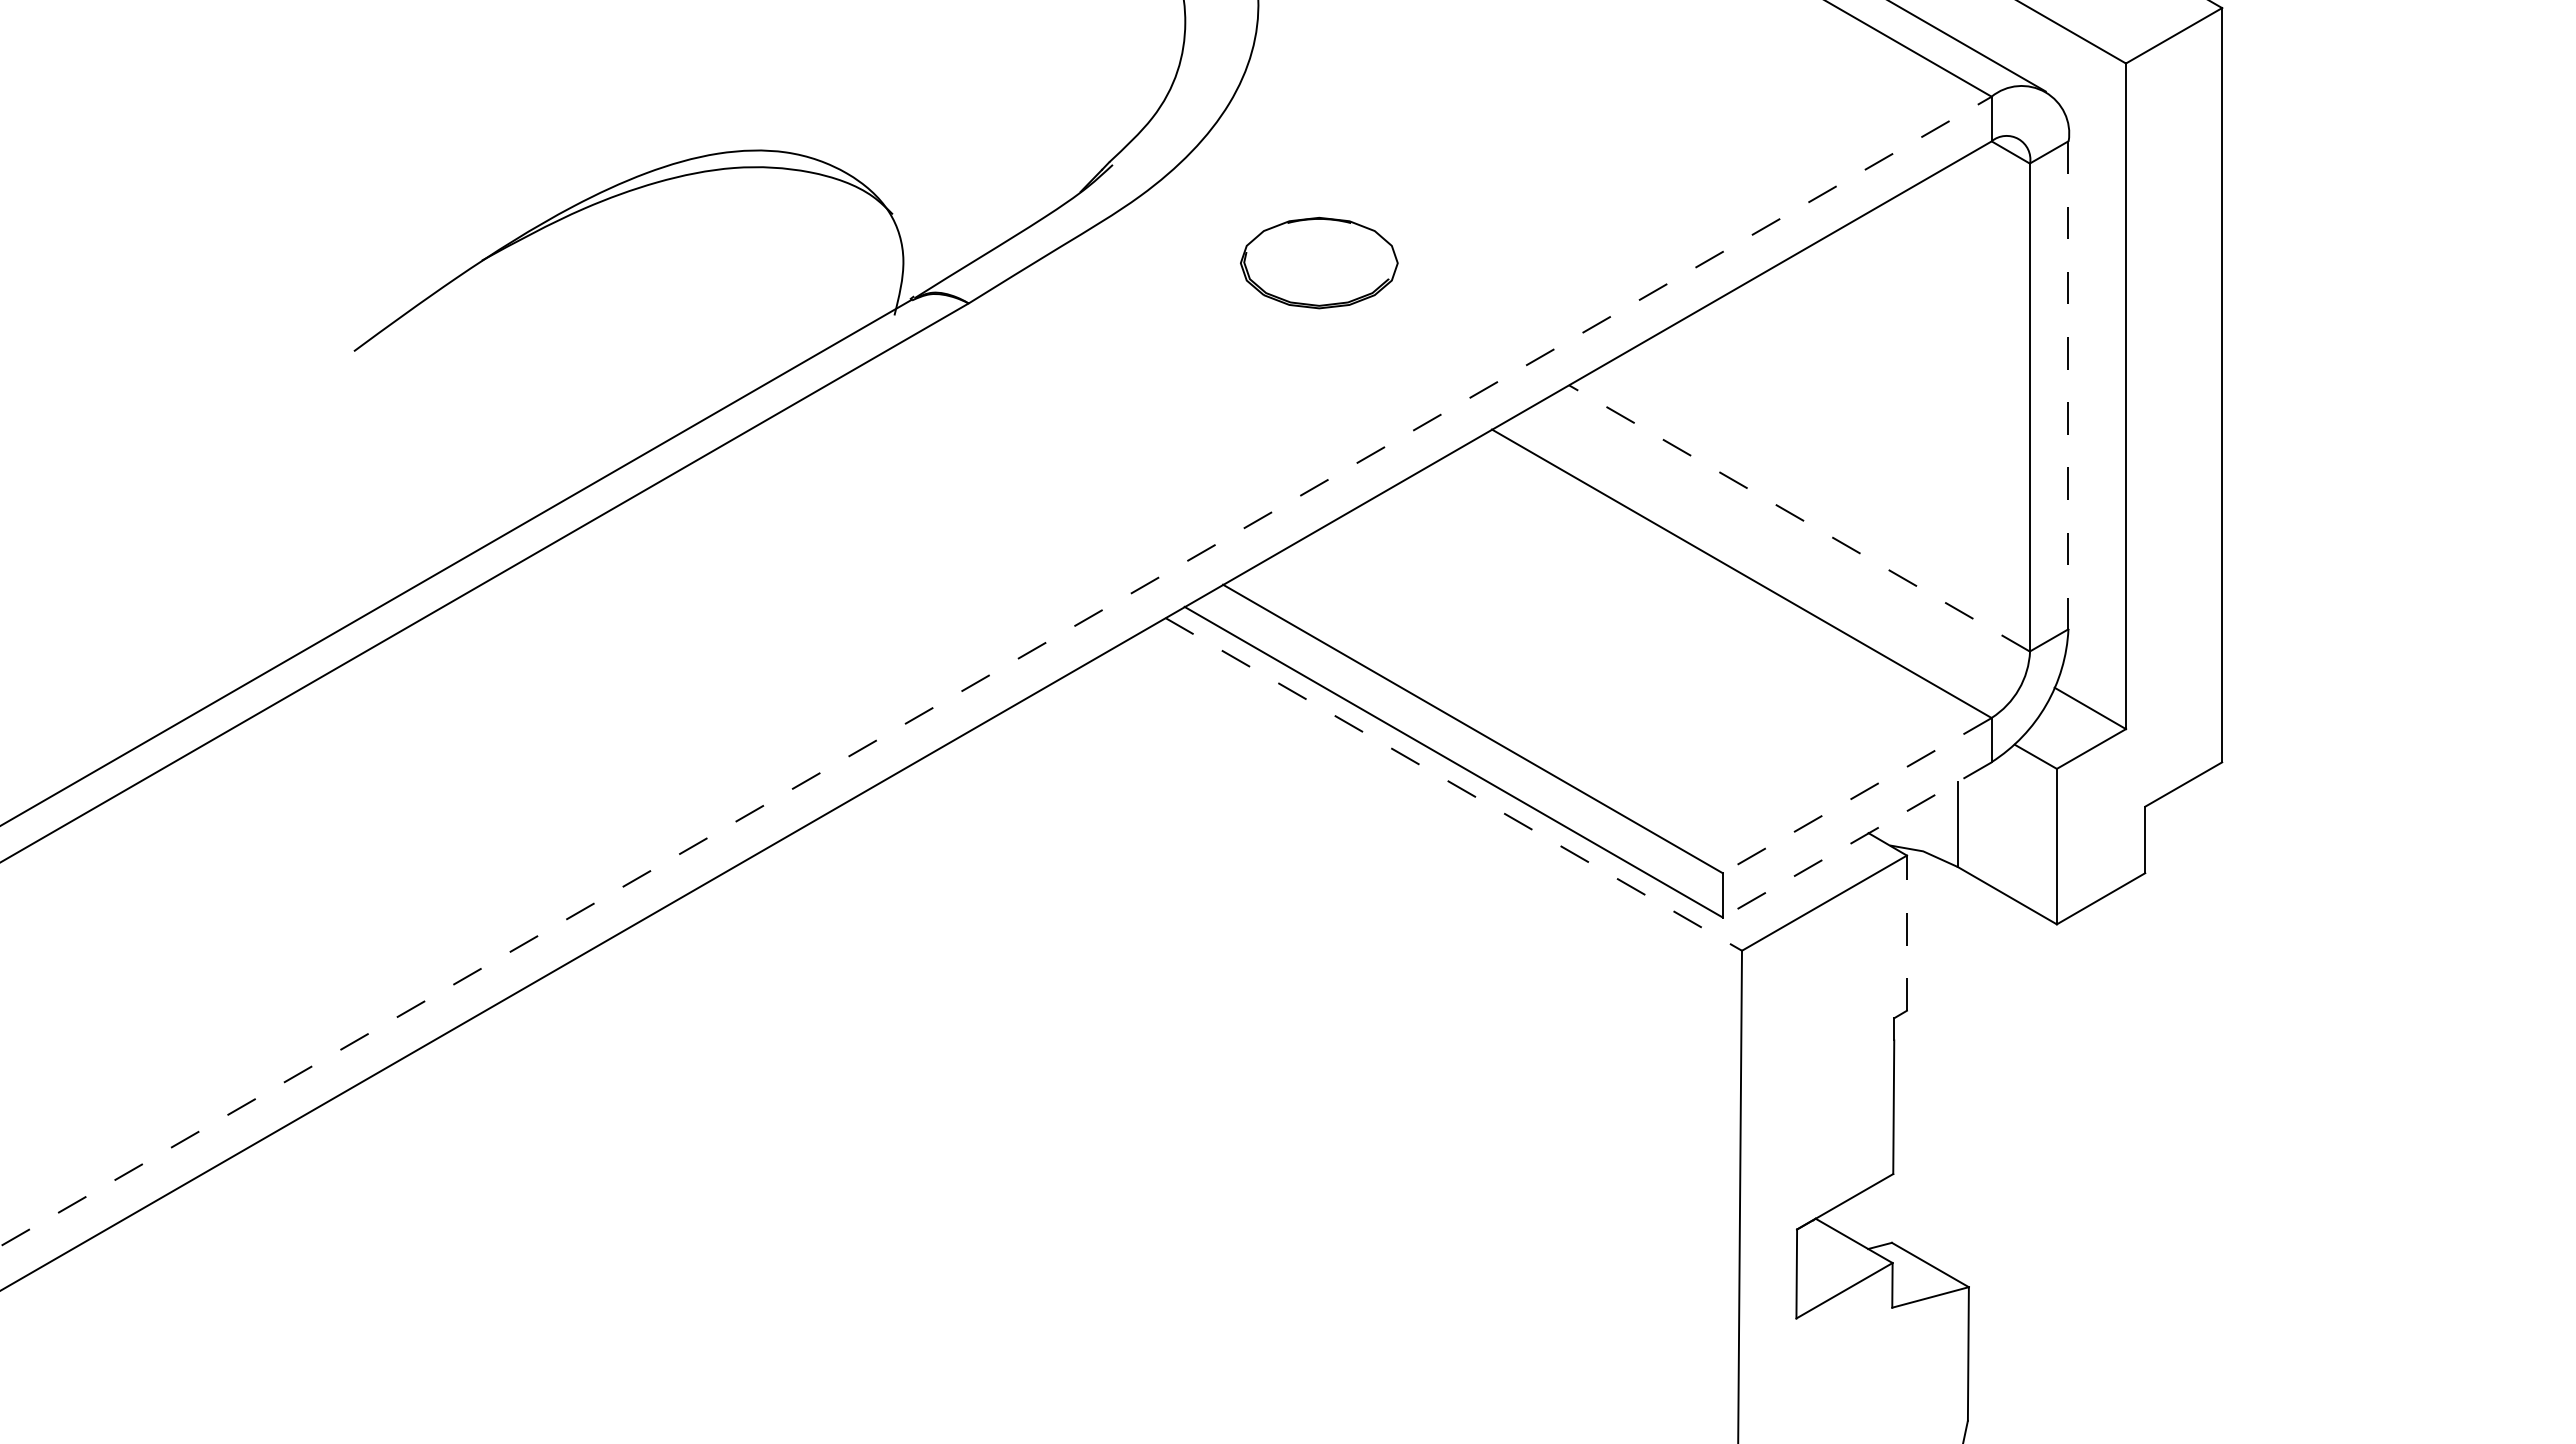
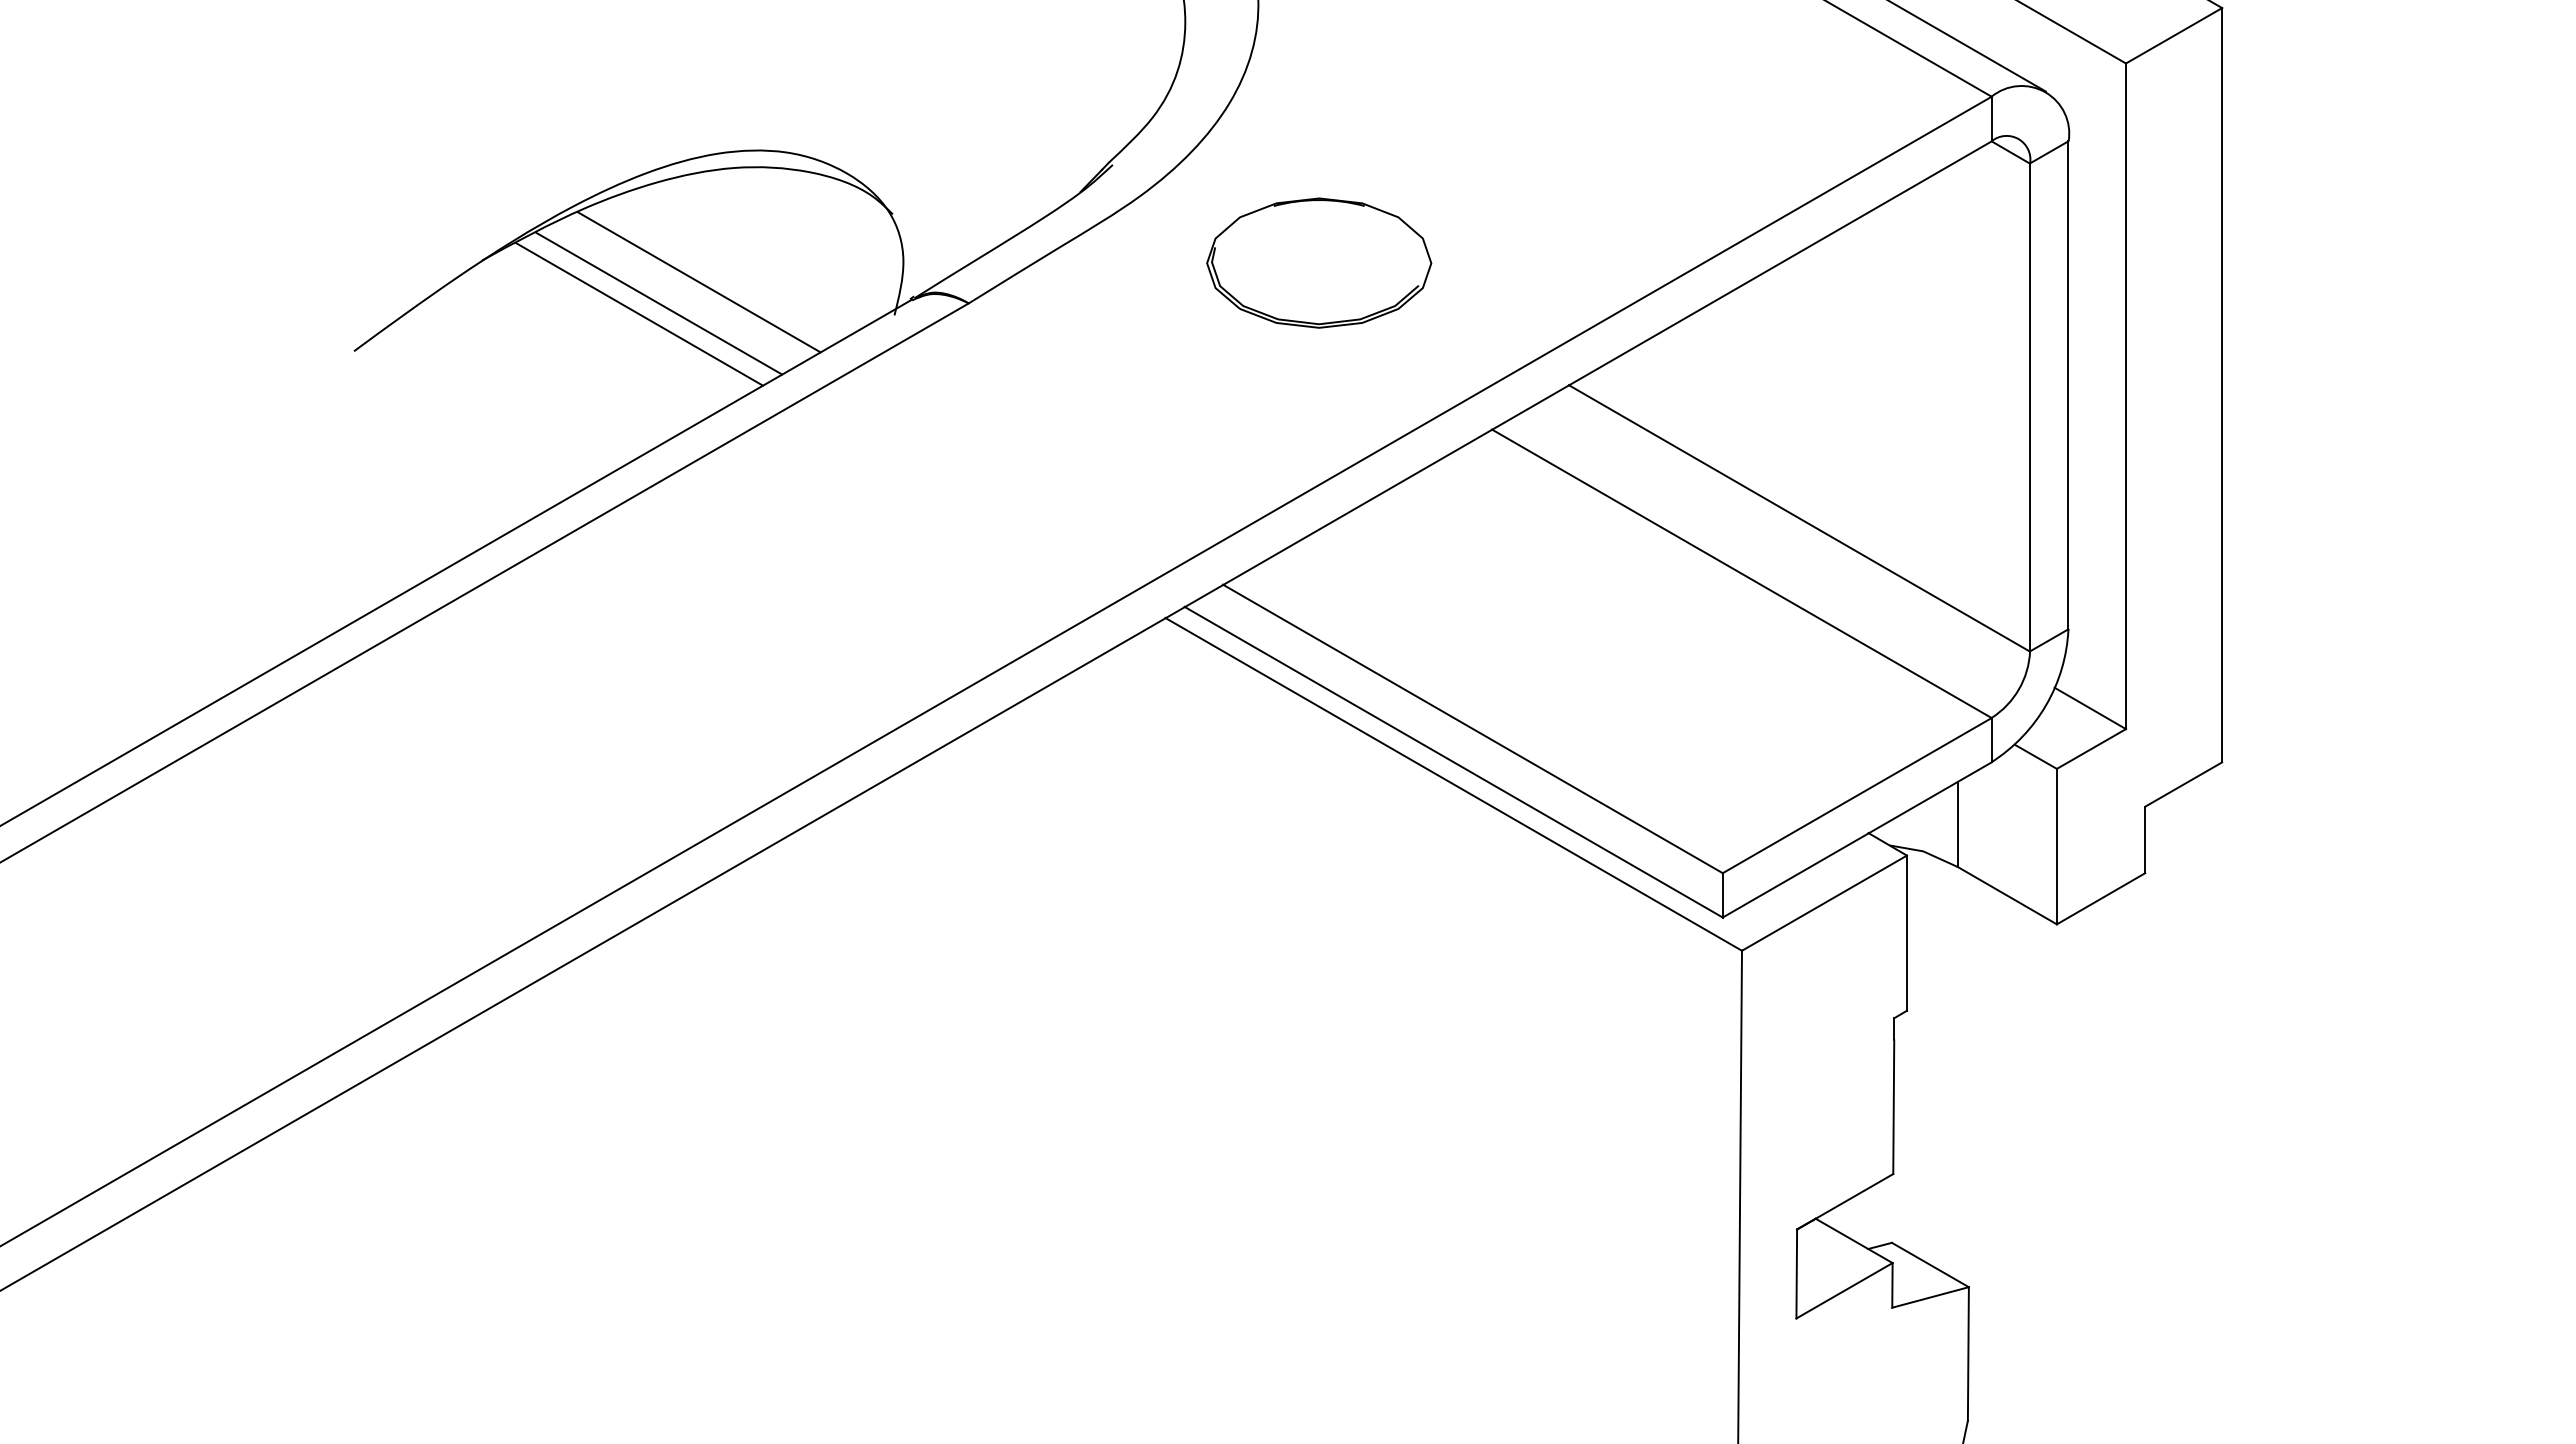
part at (1319, 262) size: 159x94 px -> 227x132 px
line at (698, 282): none -> present
line at (659, 303): none -> present
line at (639, 314): none -> present
line at (2068, 385): dashed -> solid
line at (1798, 518): dashed -> solid
line at (995, 671): dashed -> solid
line at (1453, 784): dashed -> solid
line at (1856, 795): dashed -> solid
line at (1856, 840): dashed -> solid
line at (1906, 933): dashed -> solid
